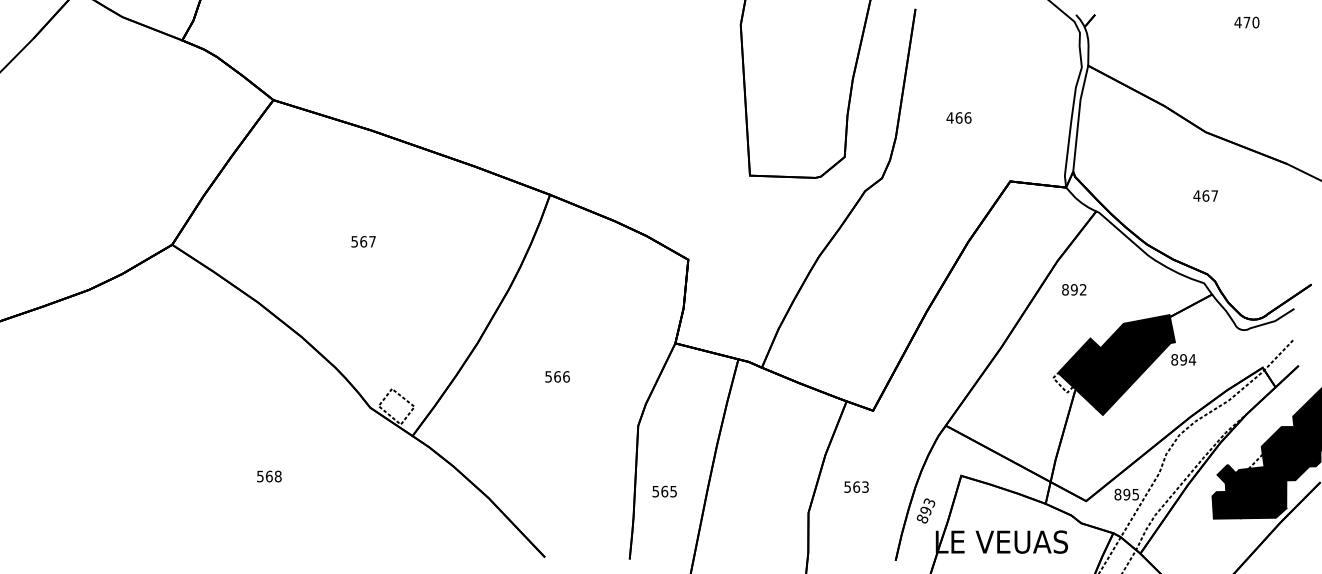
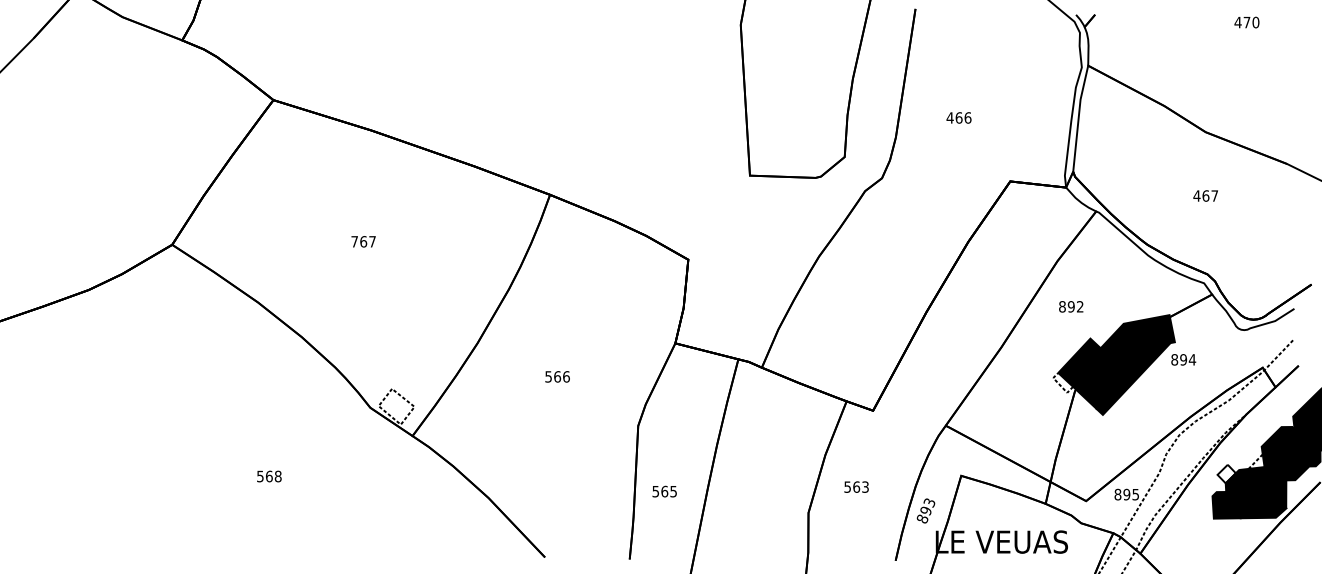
text at (354, 241): 567 -> 767
text at (1074, 289) position: (1074, 289) -> (1071, 306)
fill at (1226, 473): present -> none
